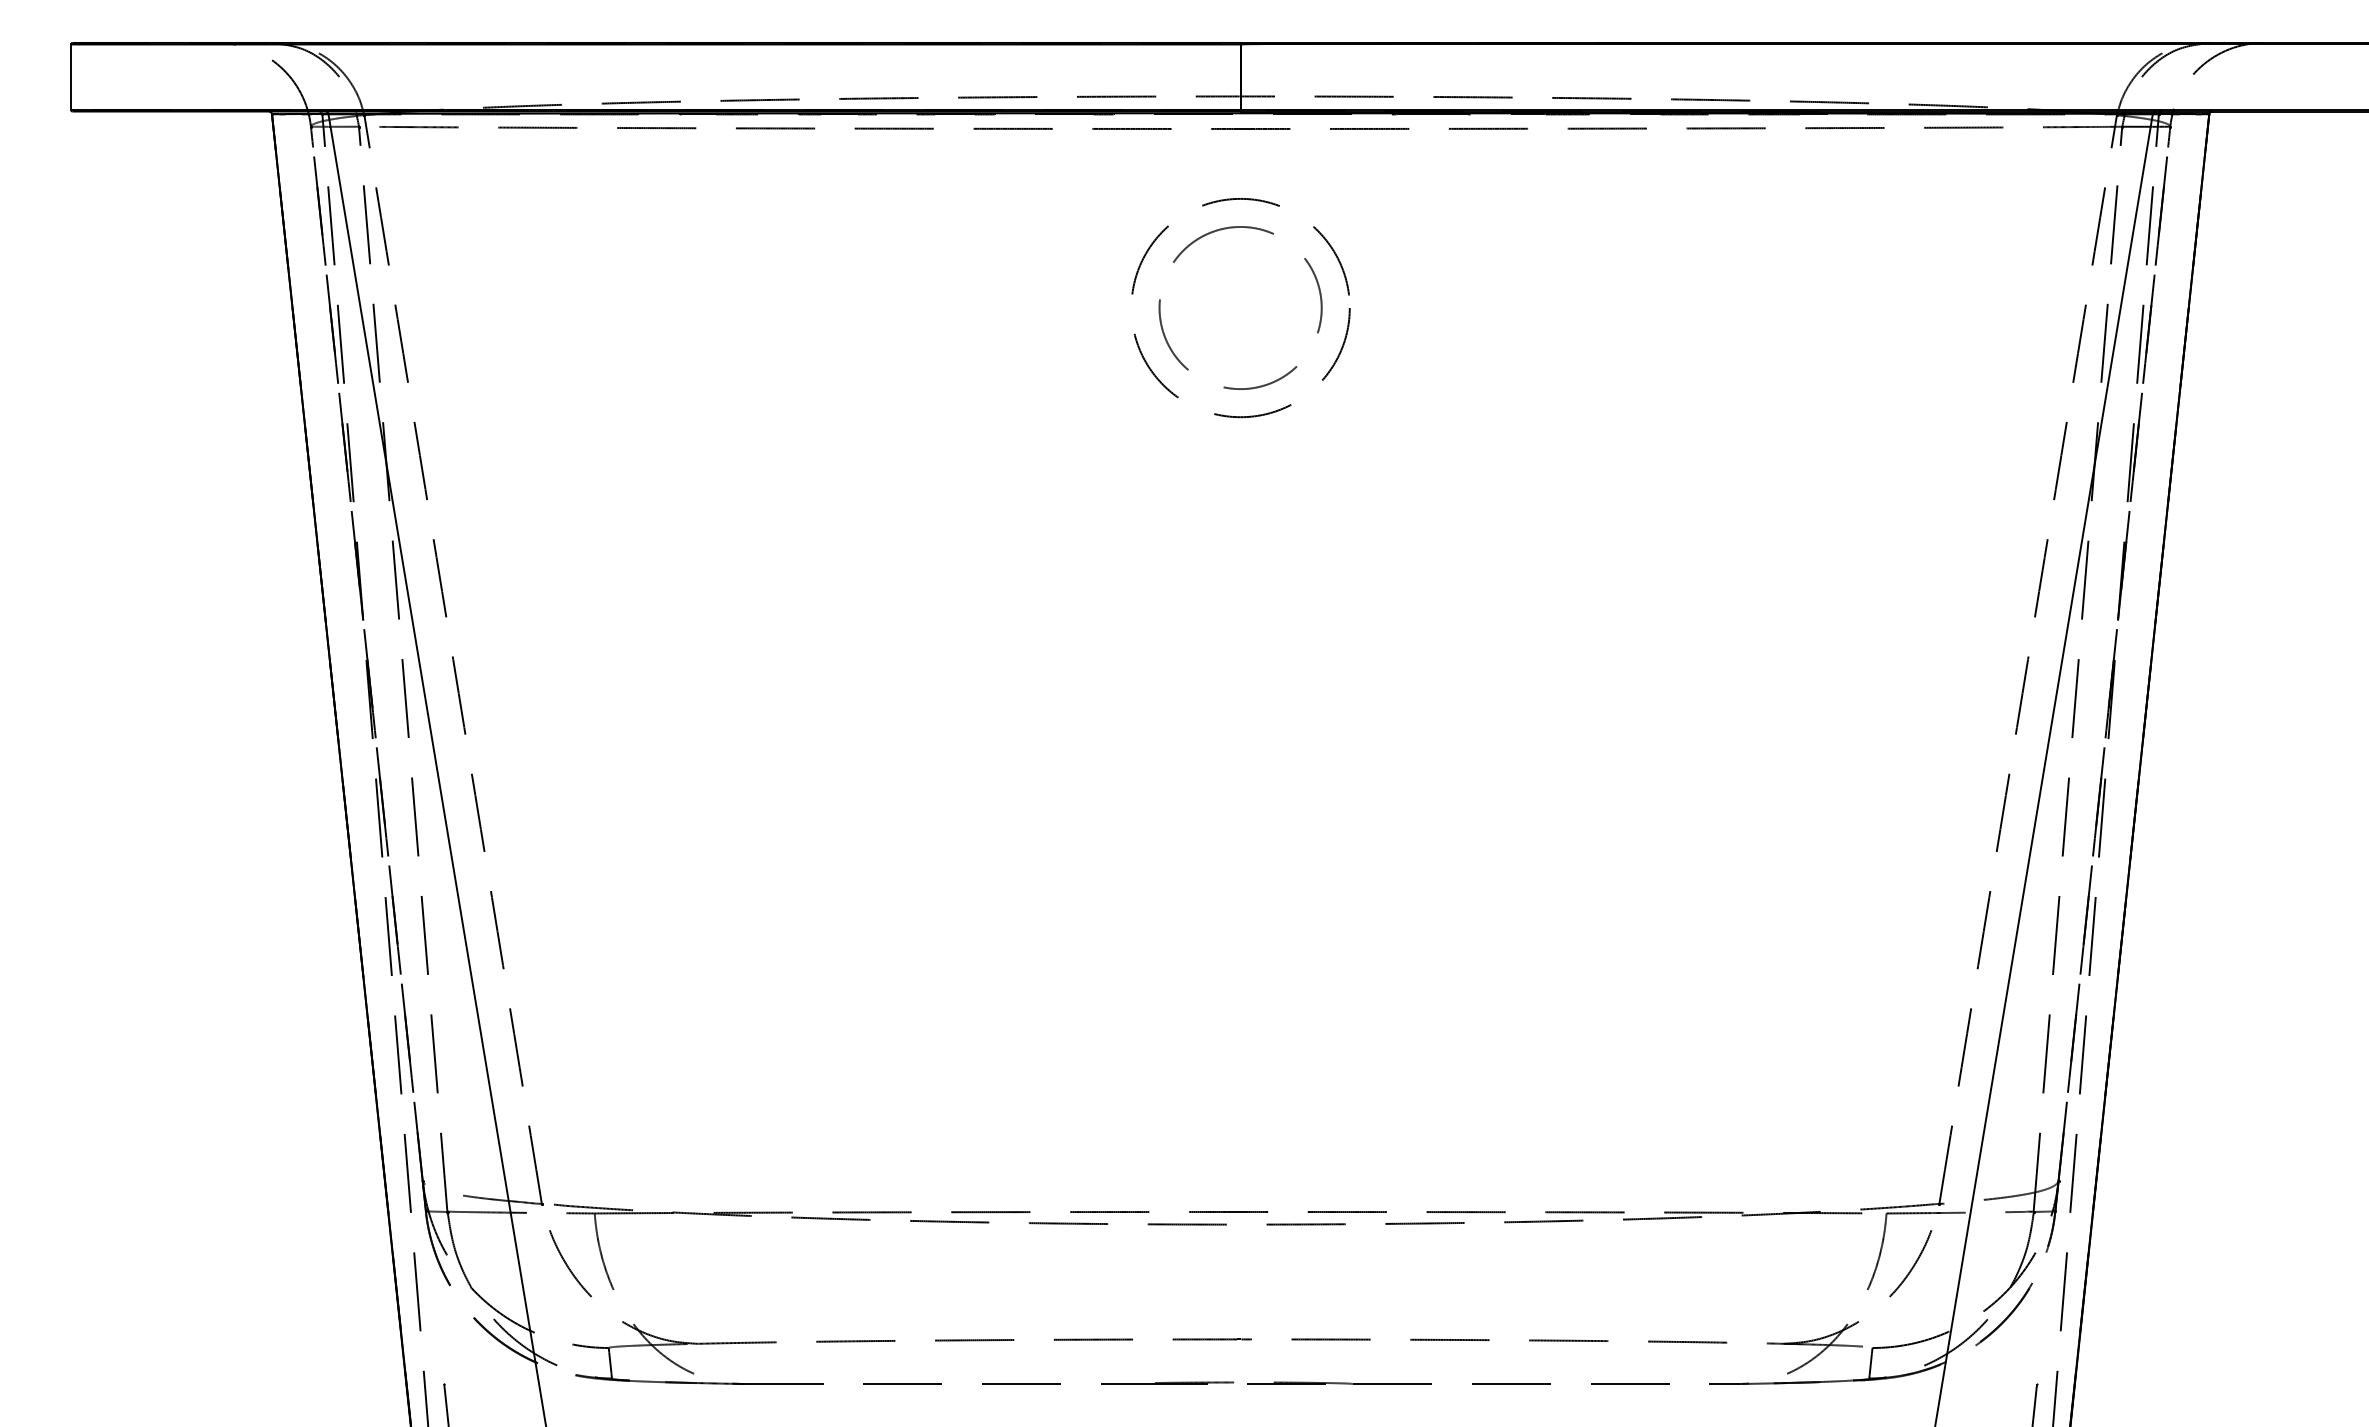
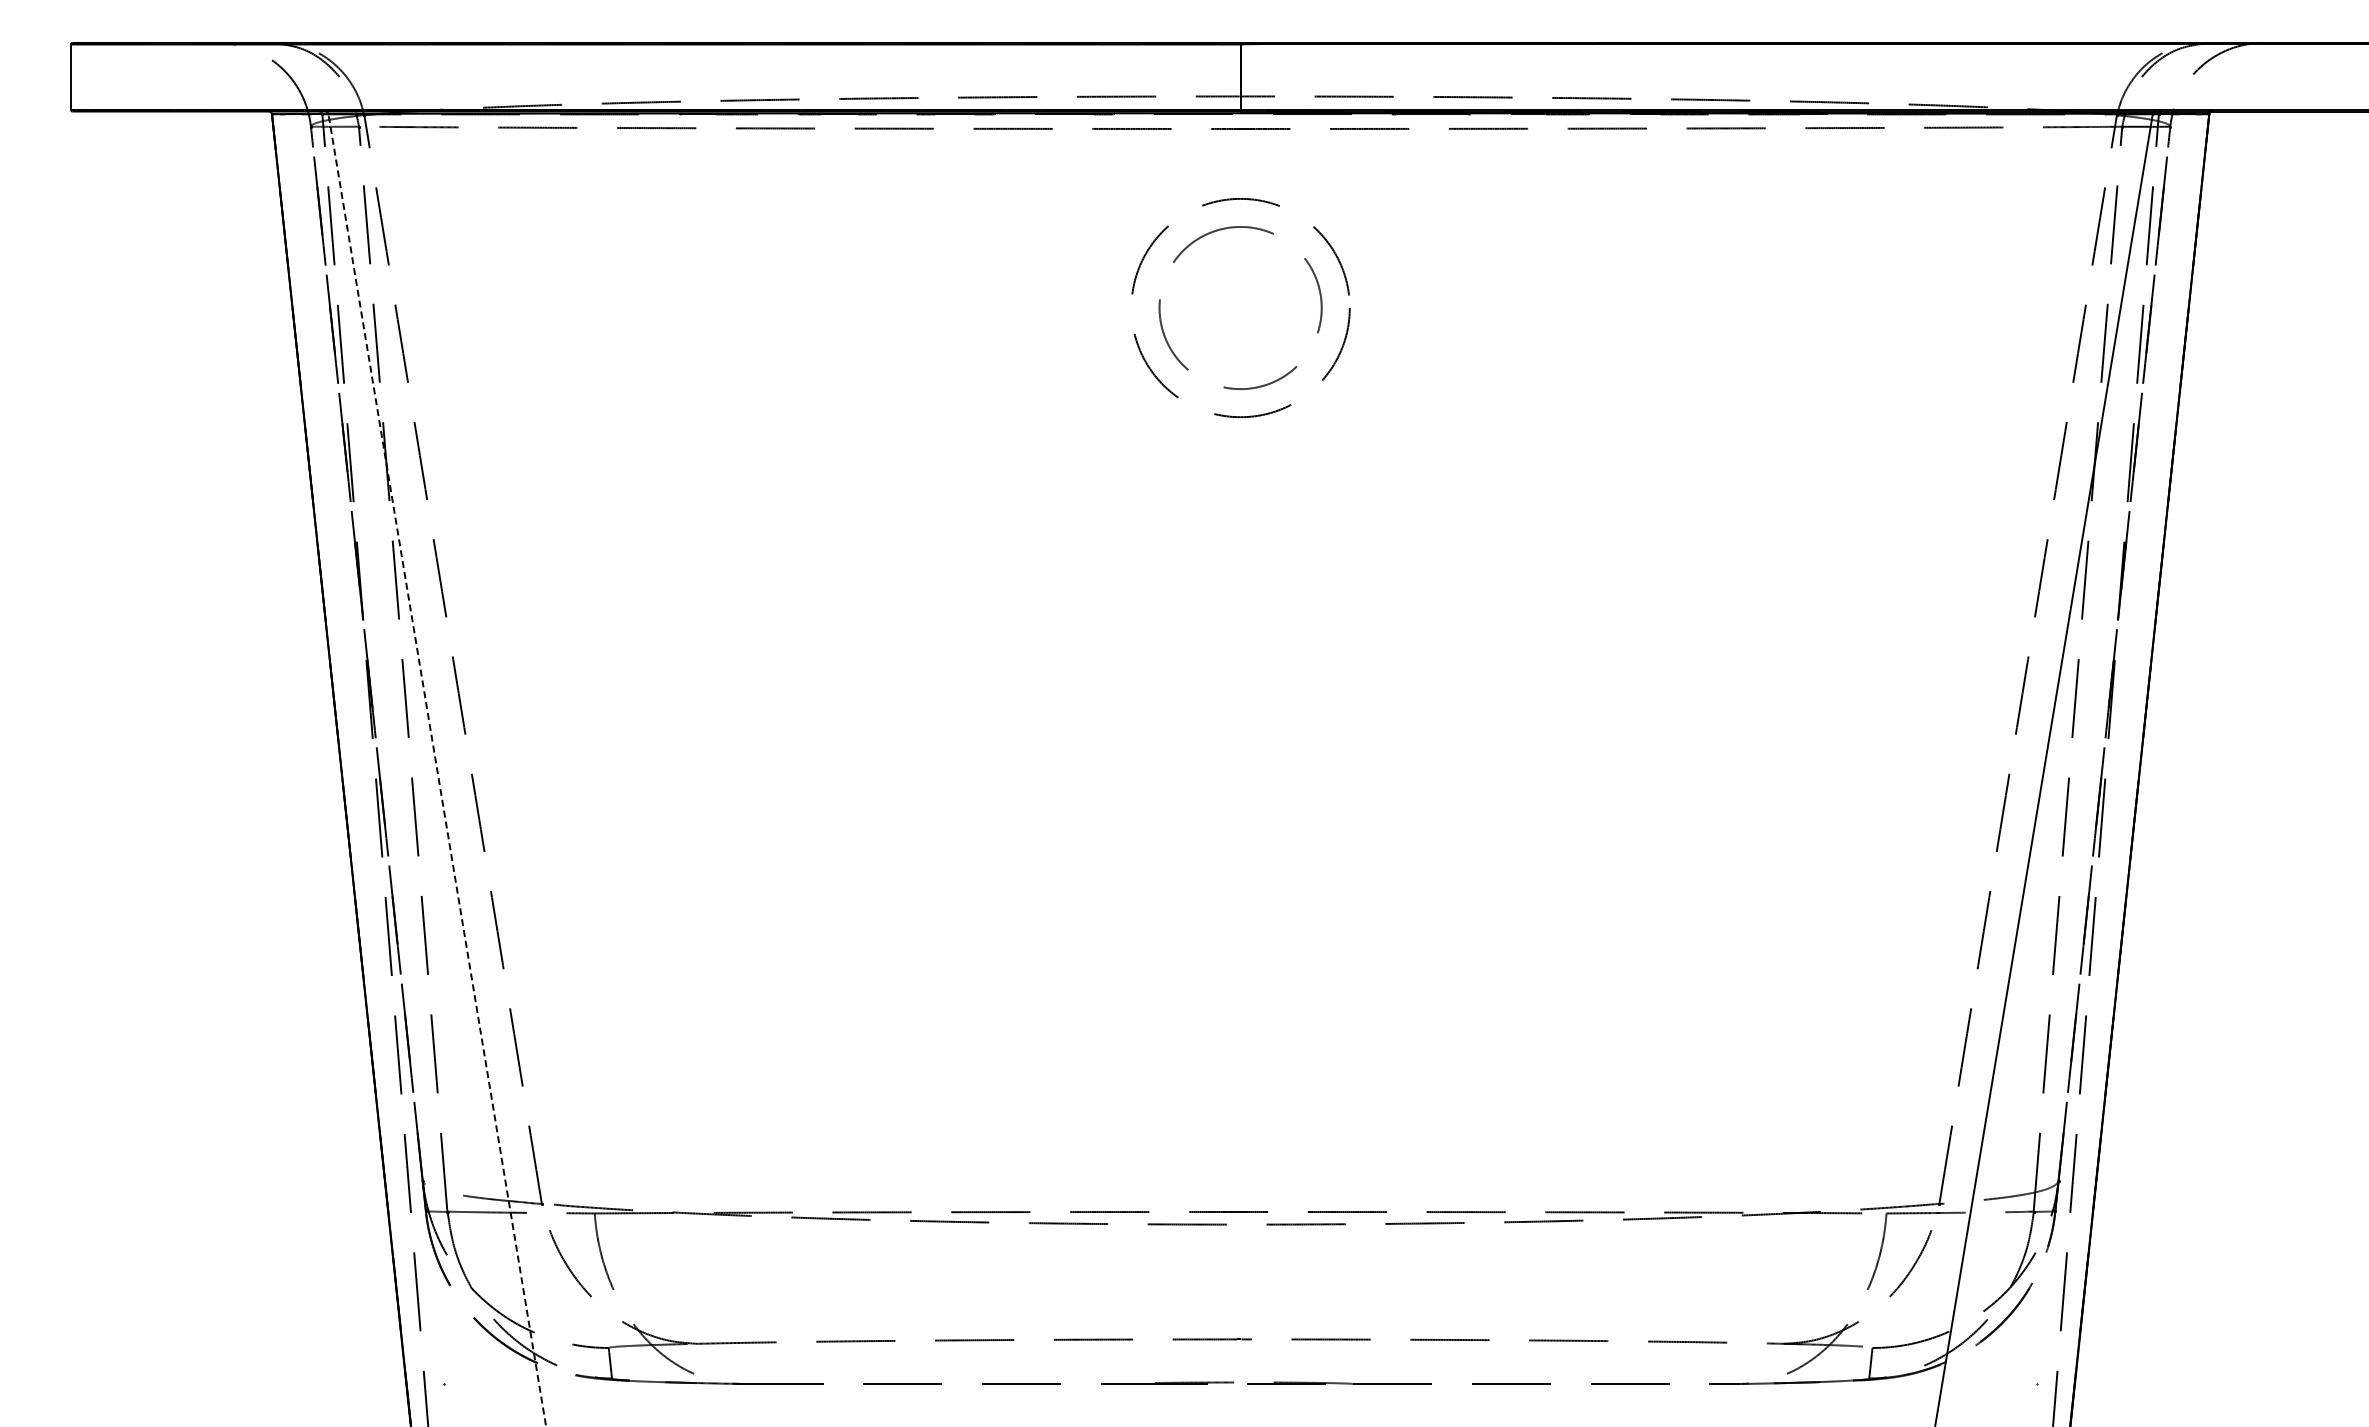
line at (437, 769): solid -> dashed
line at (446, 1403): present -> none
line at (2034, 1403): present -> none
